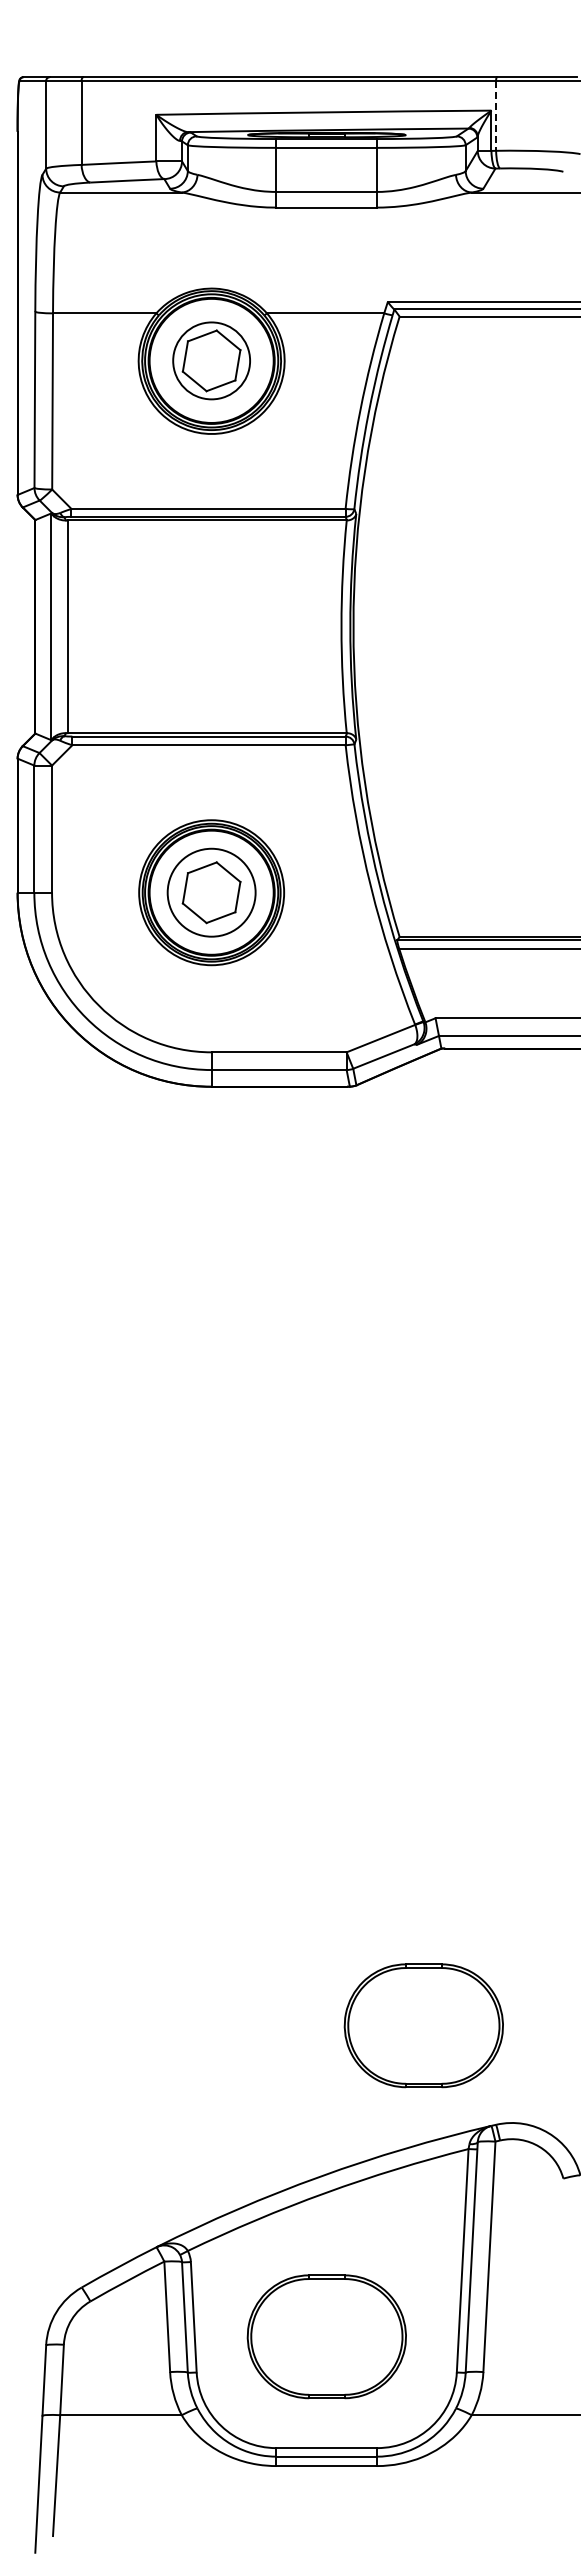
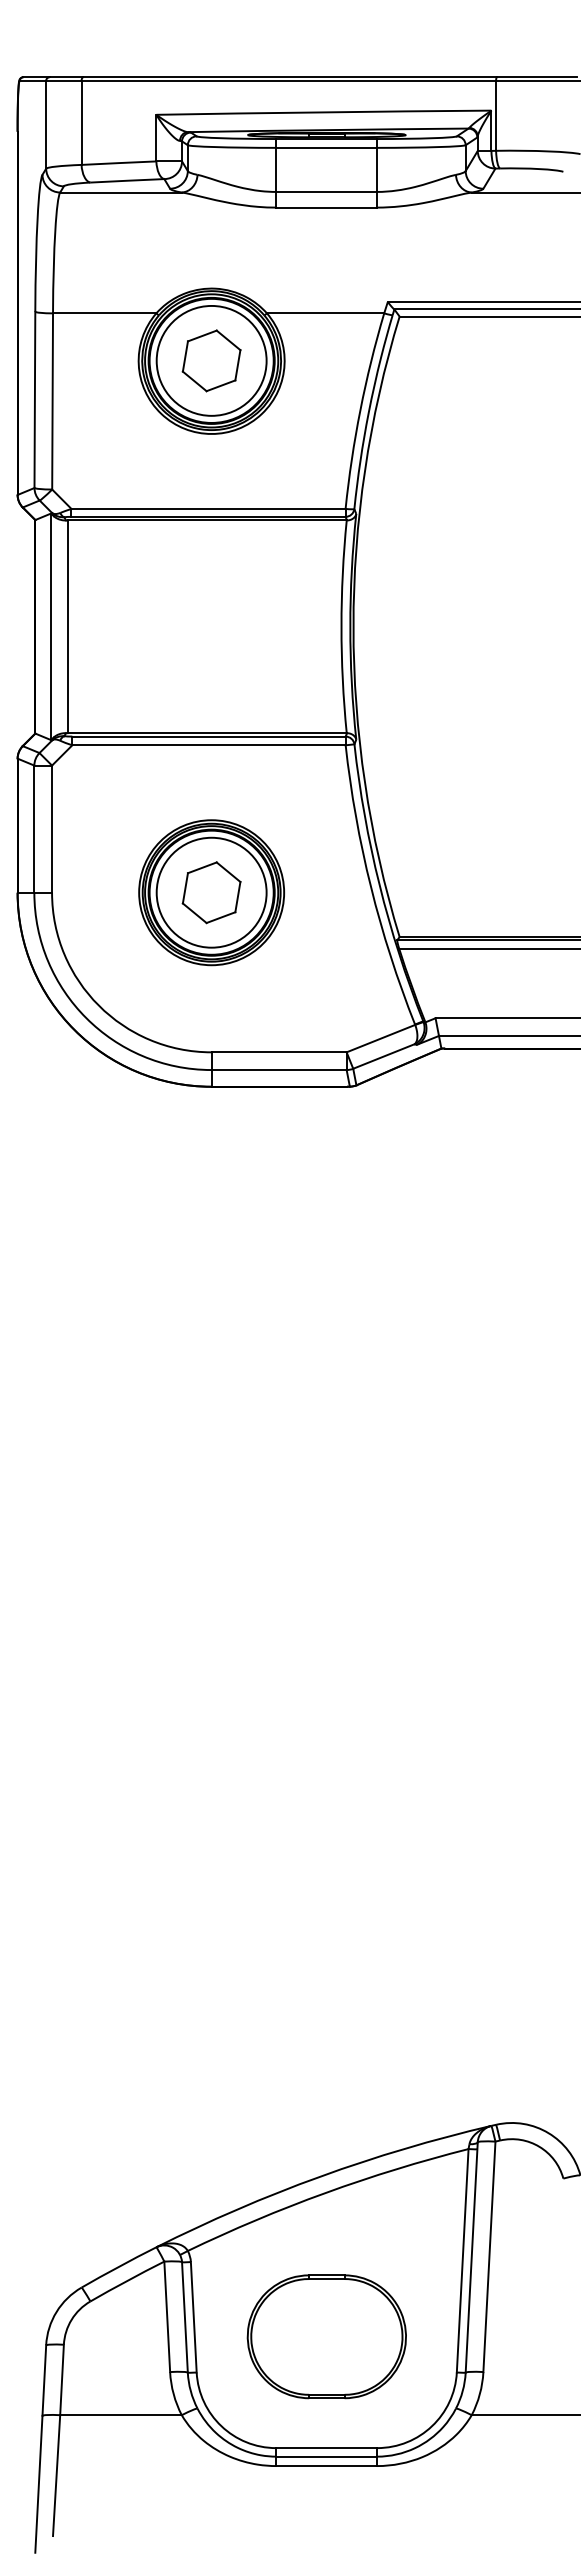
line at (496, 116): dashed -> solid
circle at (211, 360) diameter: 77 px -> 110 px
circle at (211, 892) diameter: 88 px -> 110 px
part at (423, 2025): present -> none
